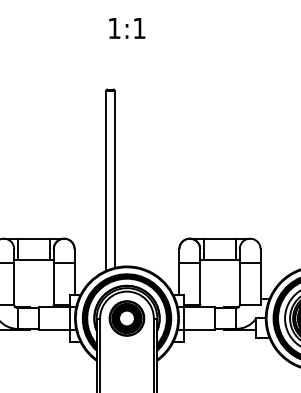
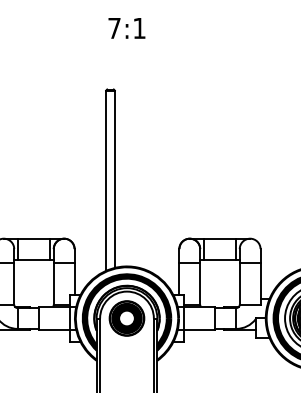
text at (114, 28): 1:1 -> 7:1
